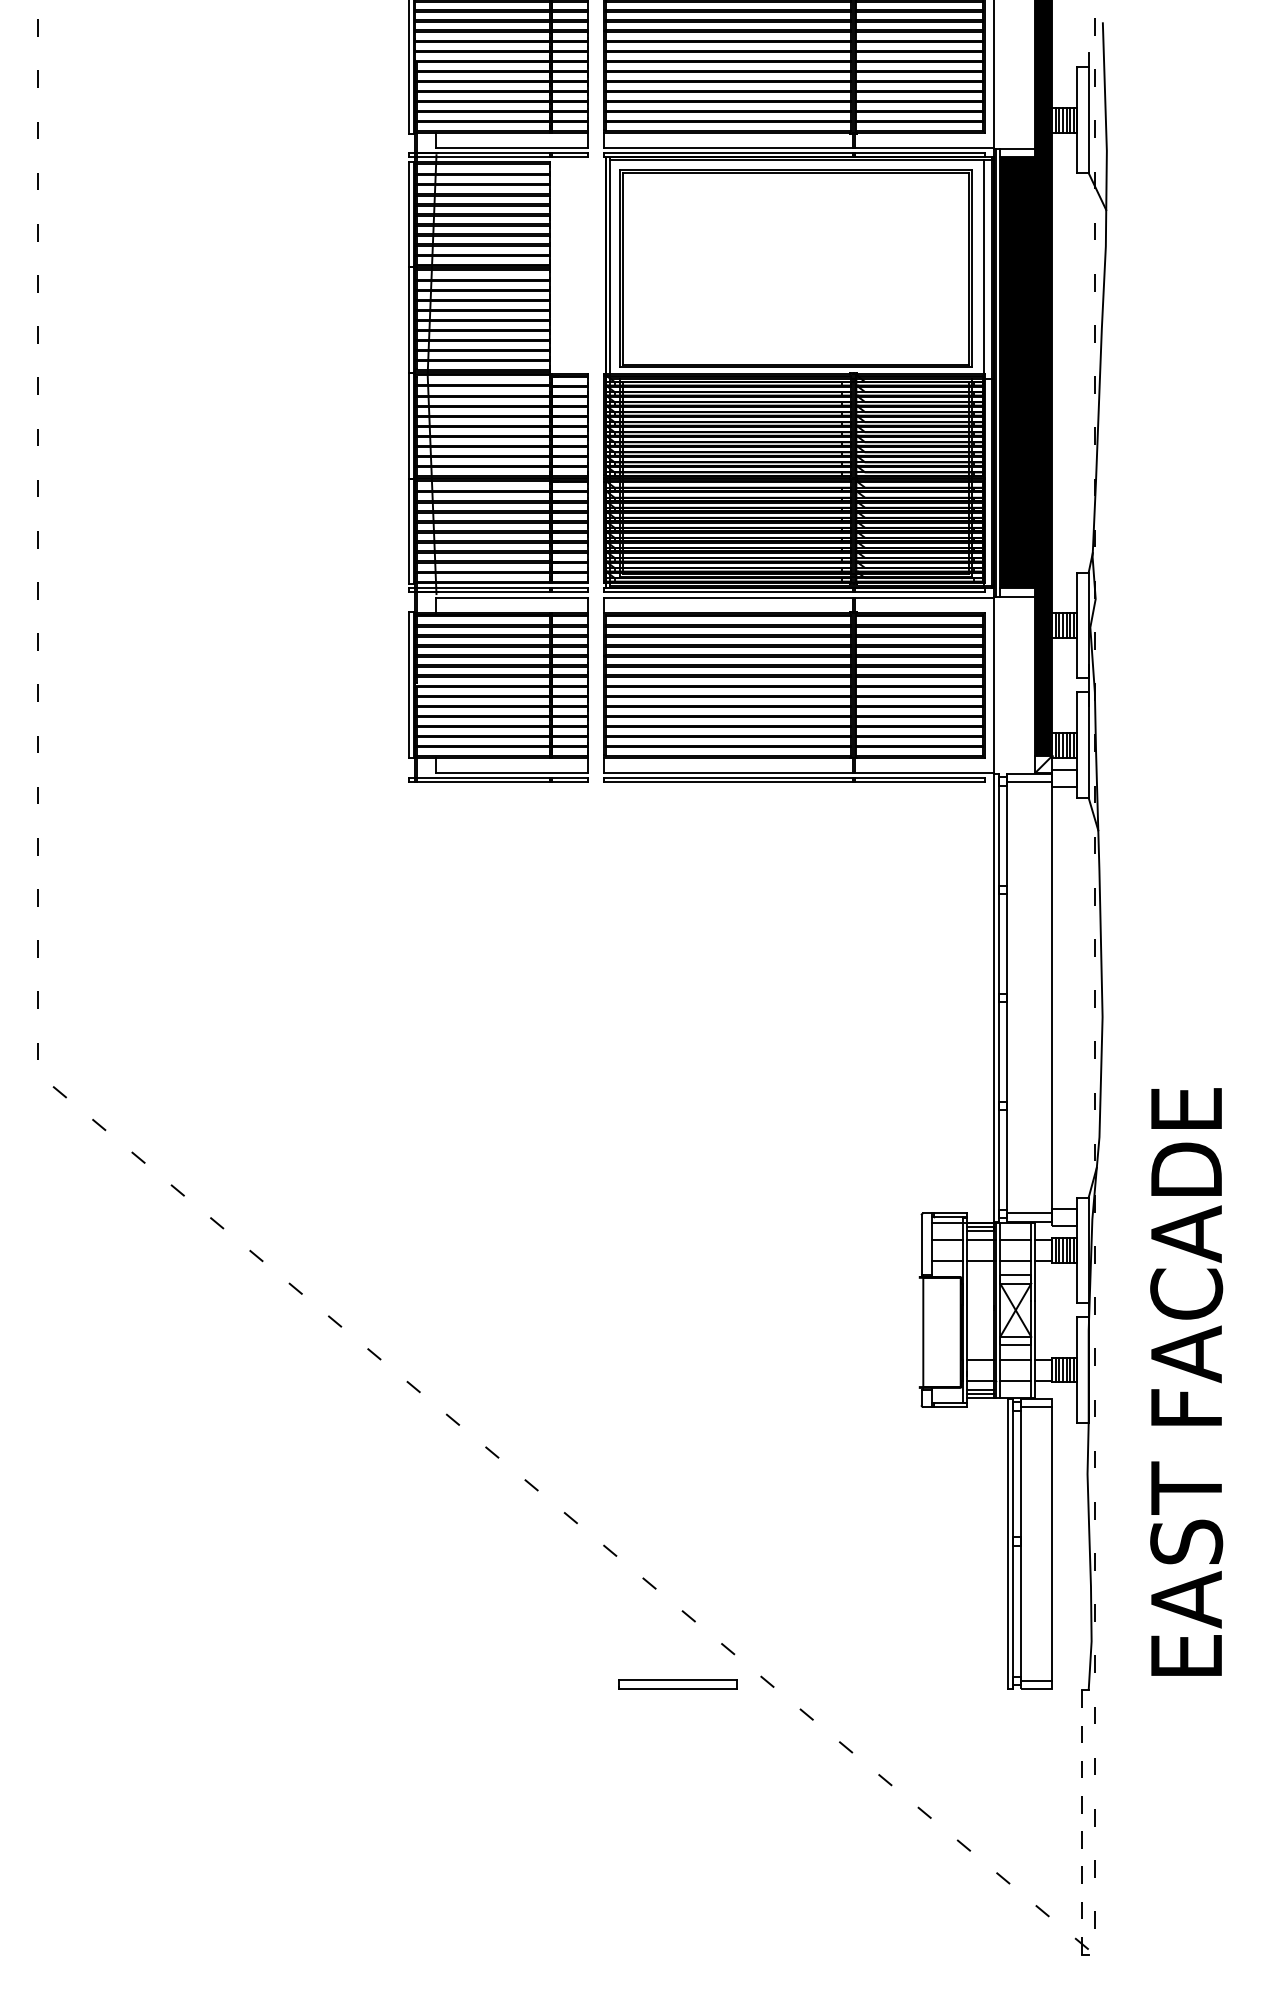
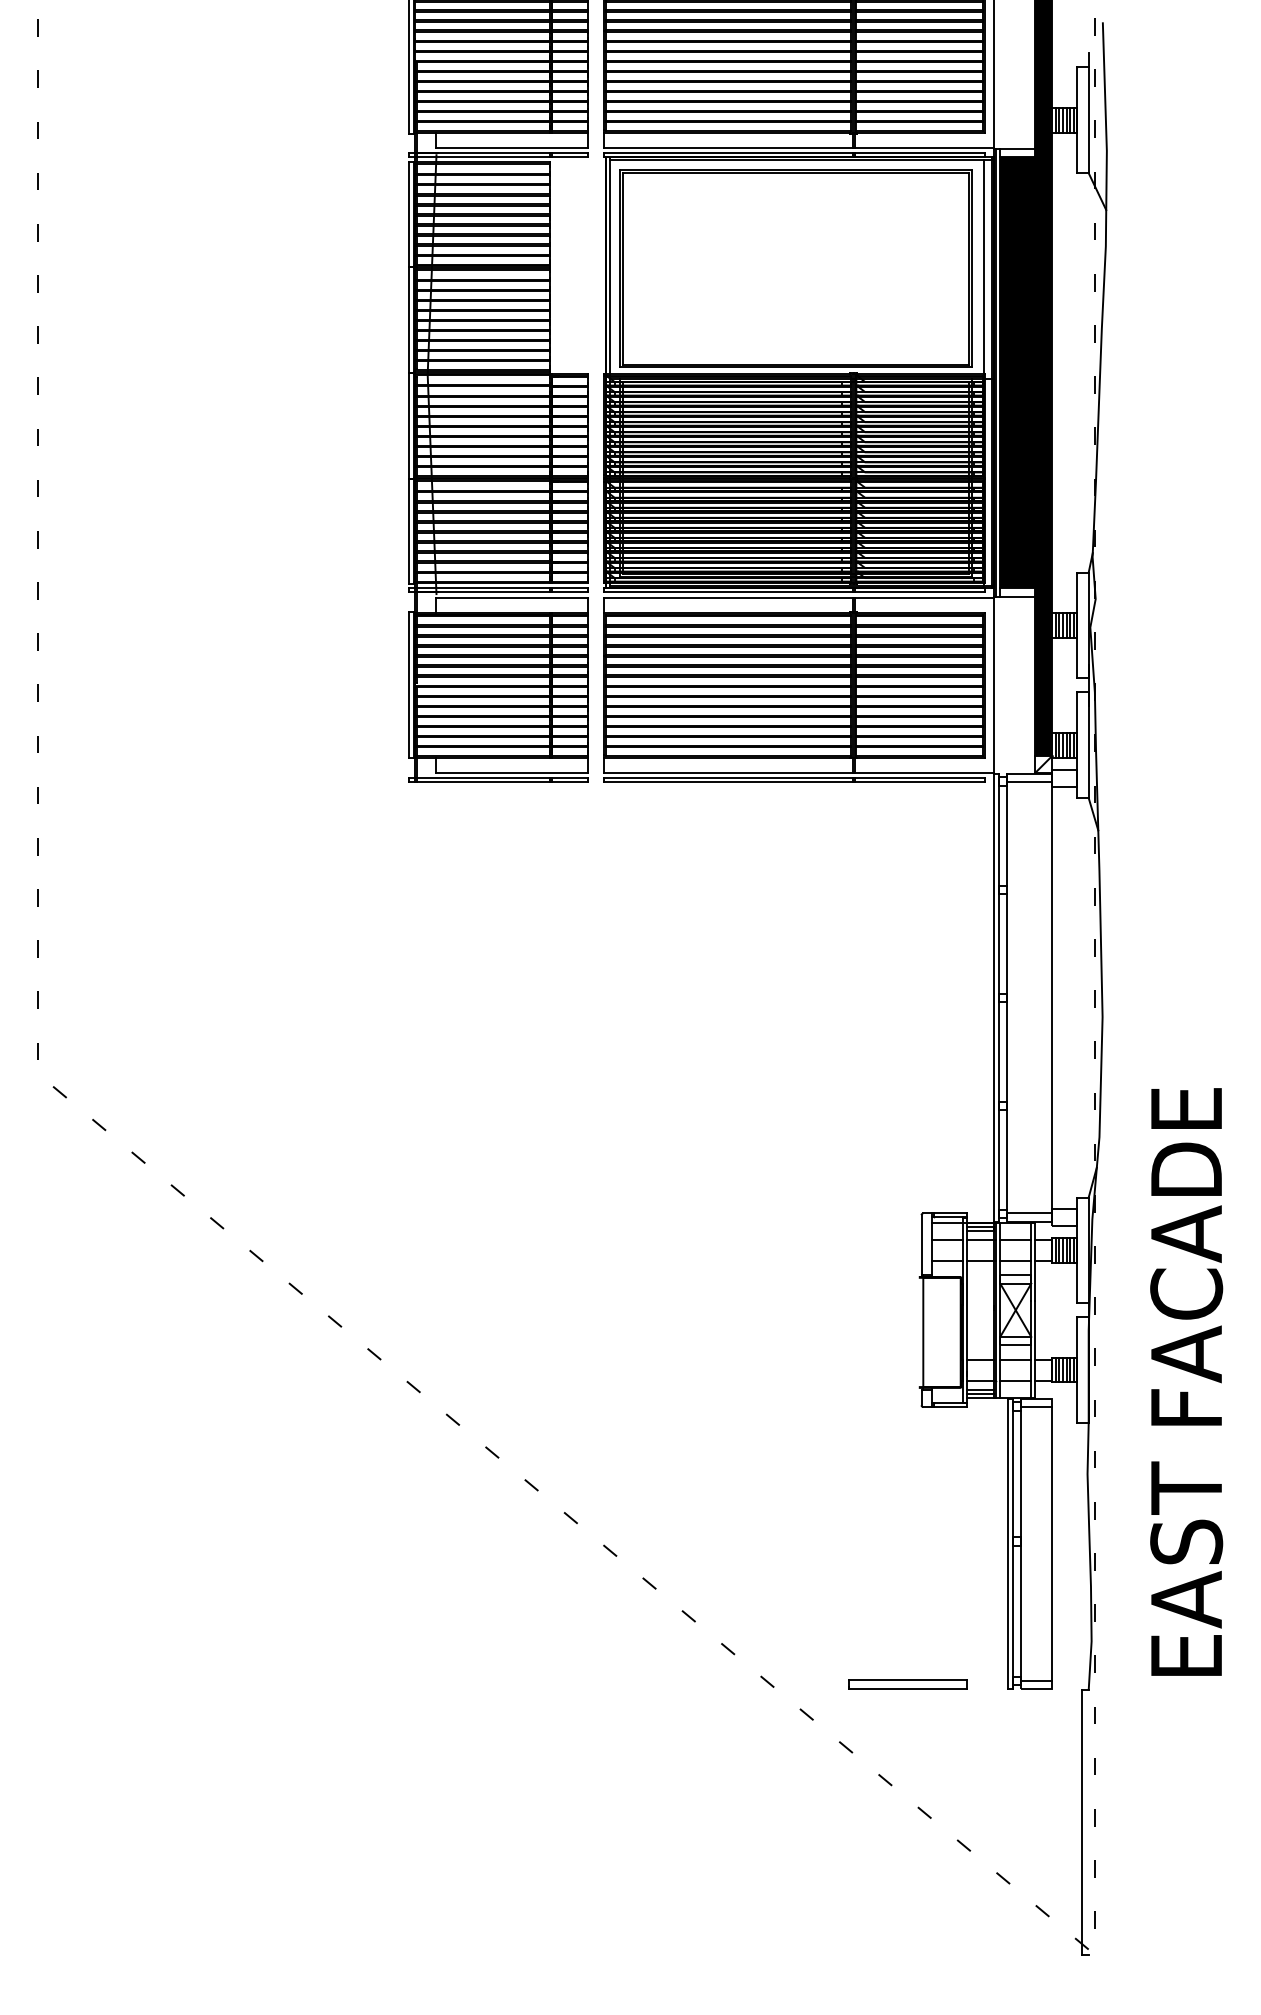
part at (677, 1684) position: (677, 1684) -> (907, 1684)
line at (1081, 1822): dashed -> solid
